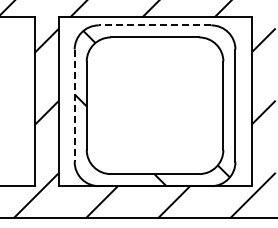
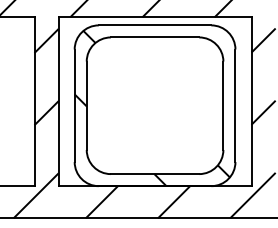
line at (154, 25): dashed -> solid
line at (74, 106): dashed -> solid
